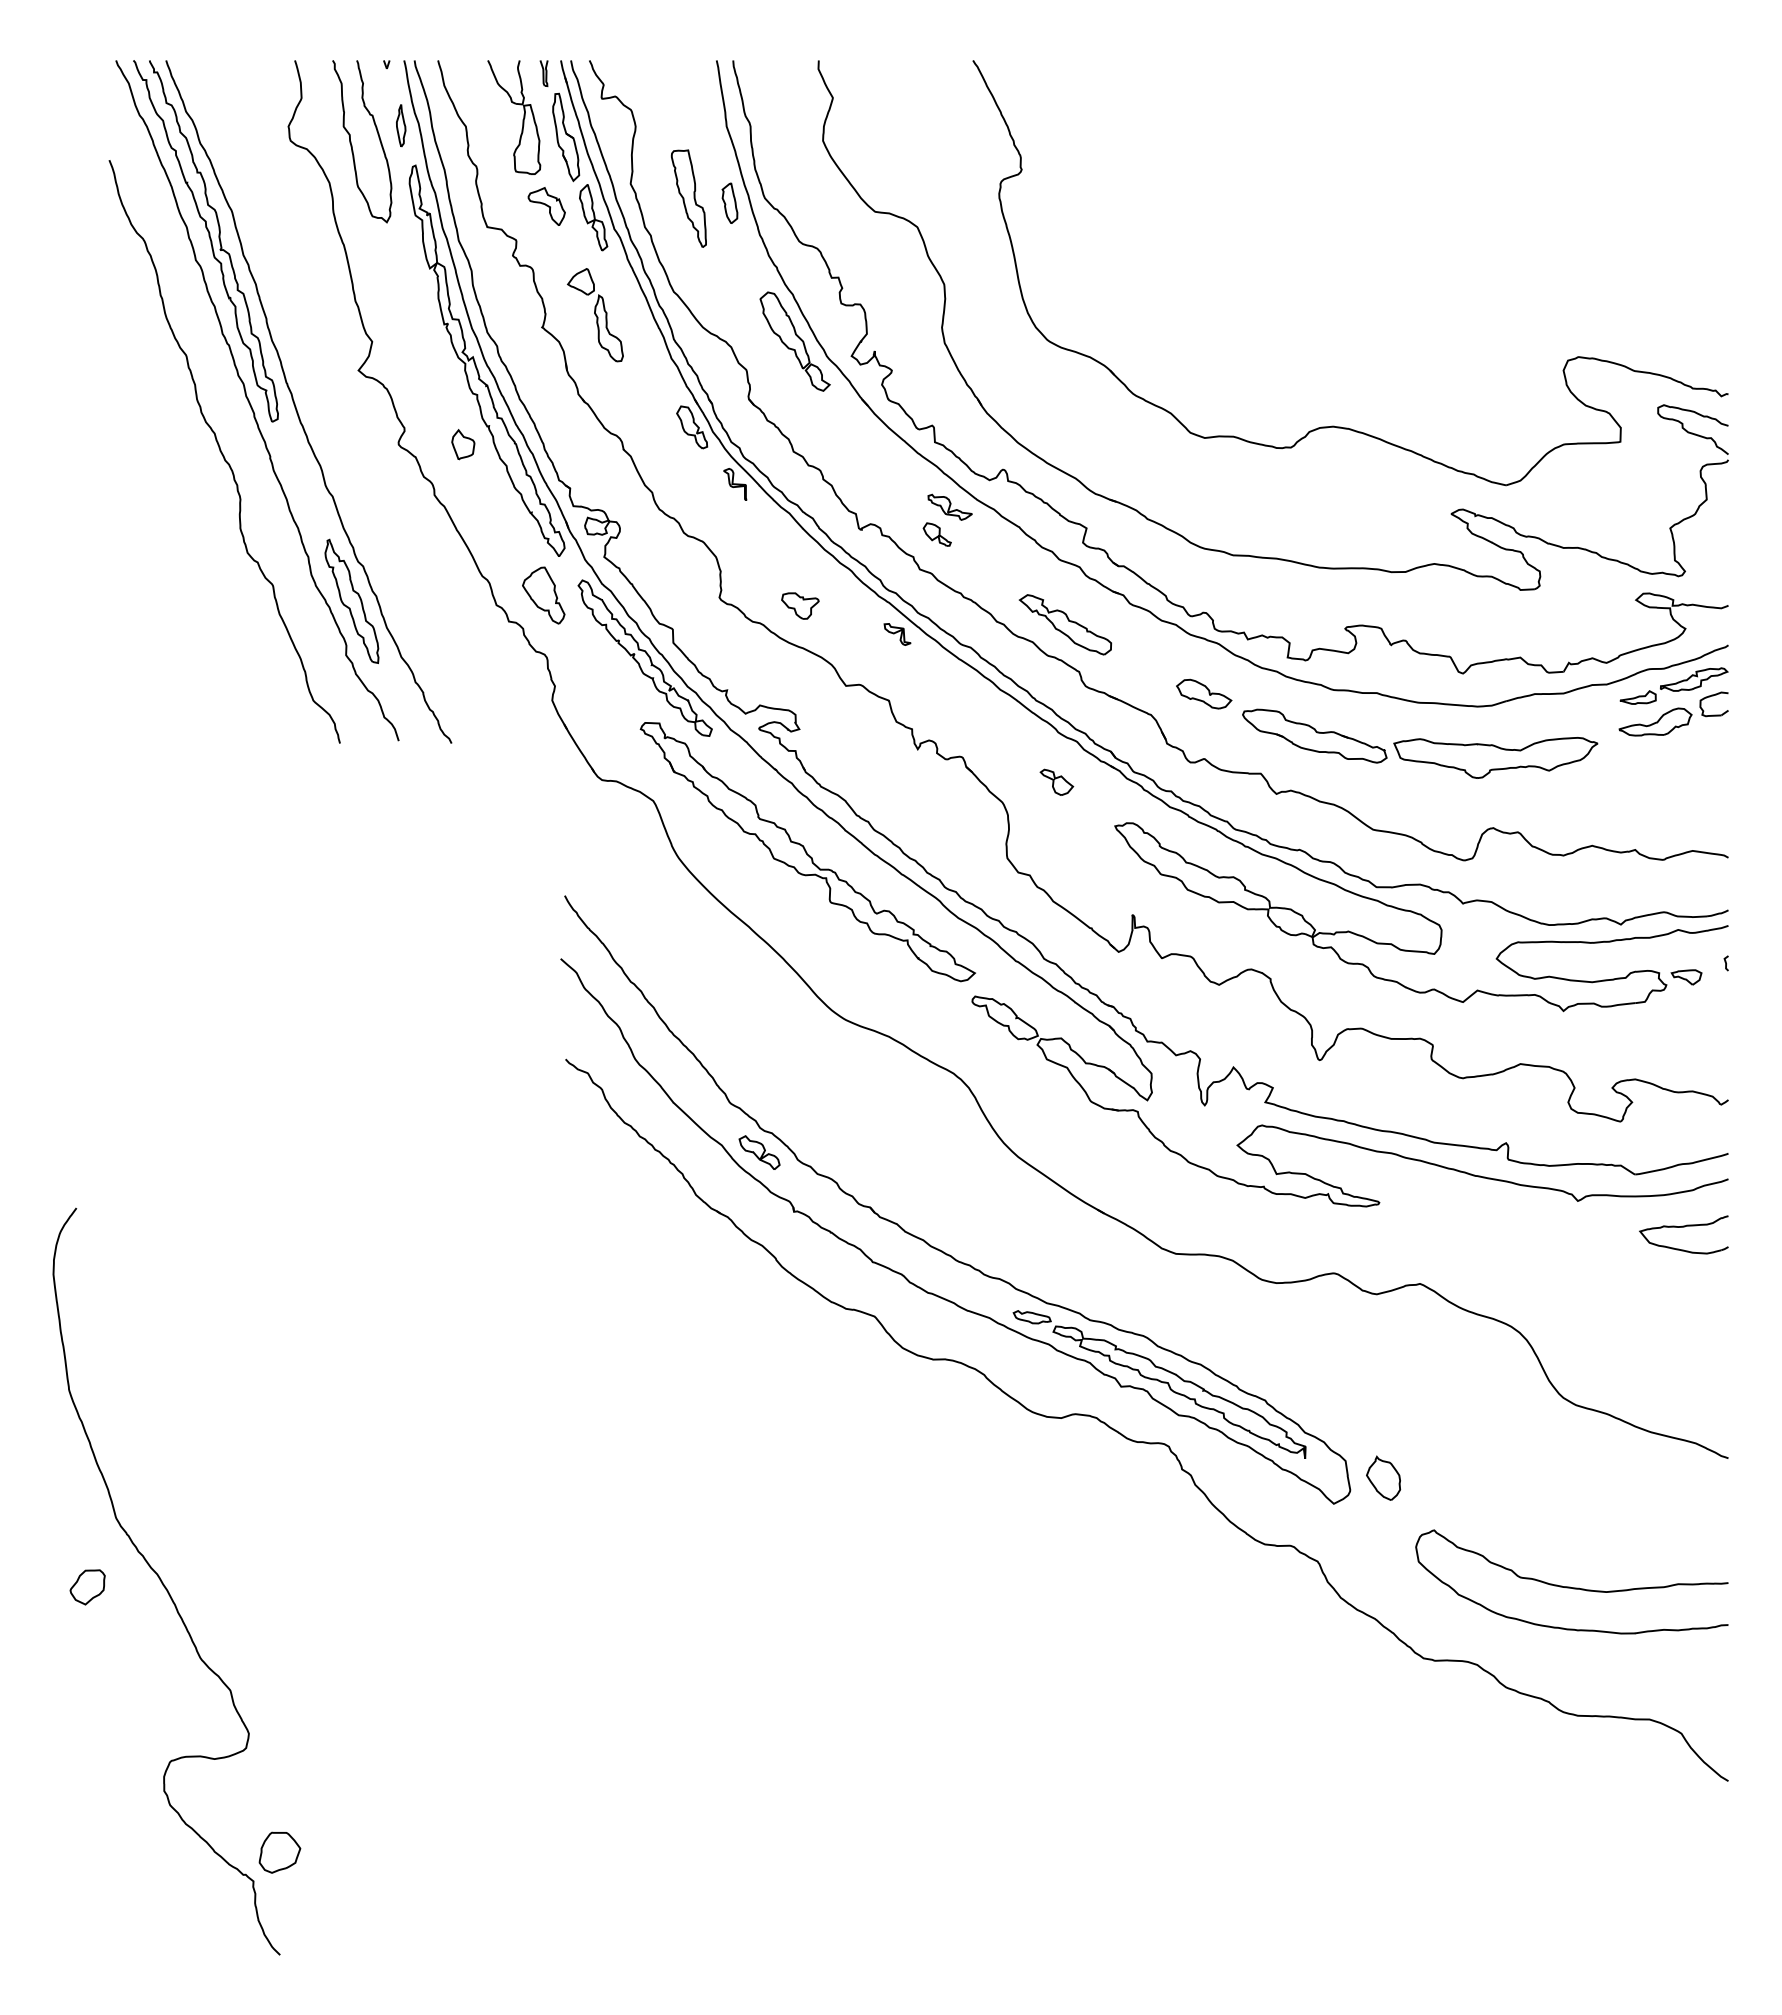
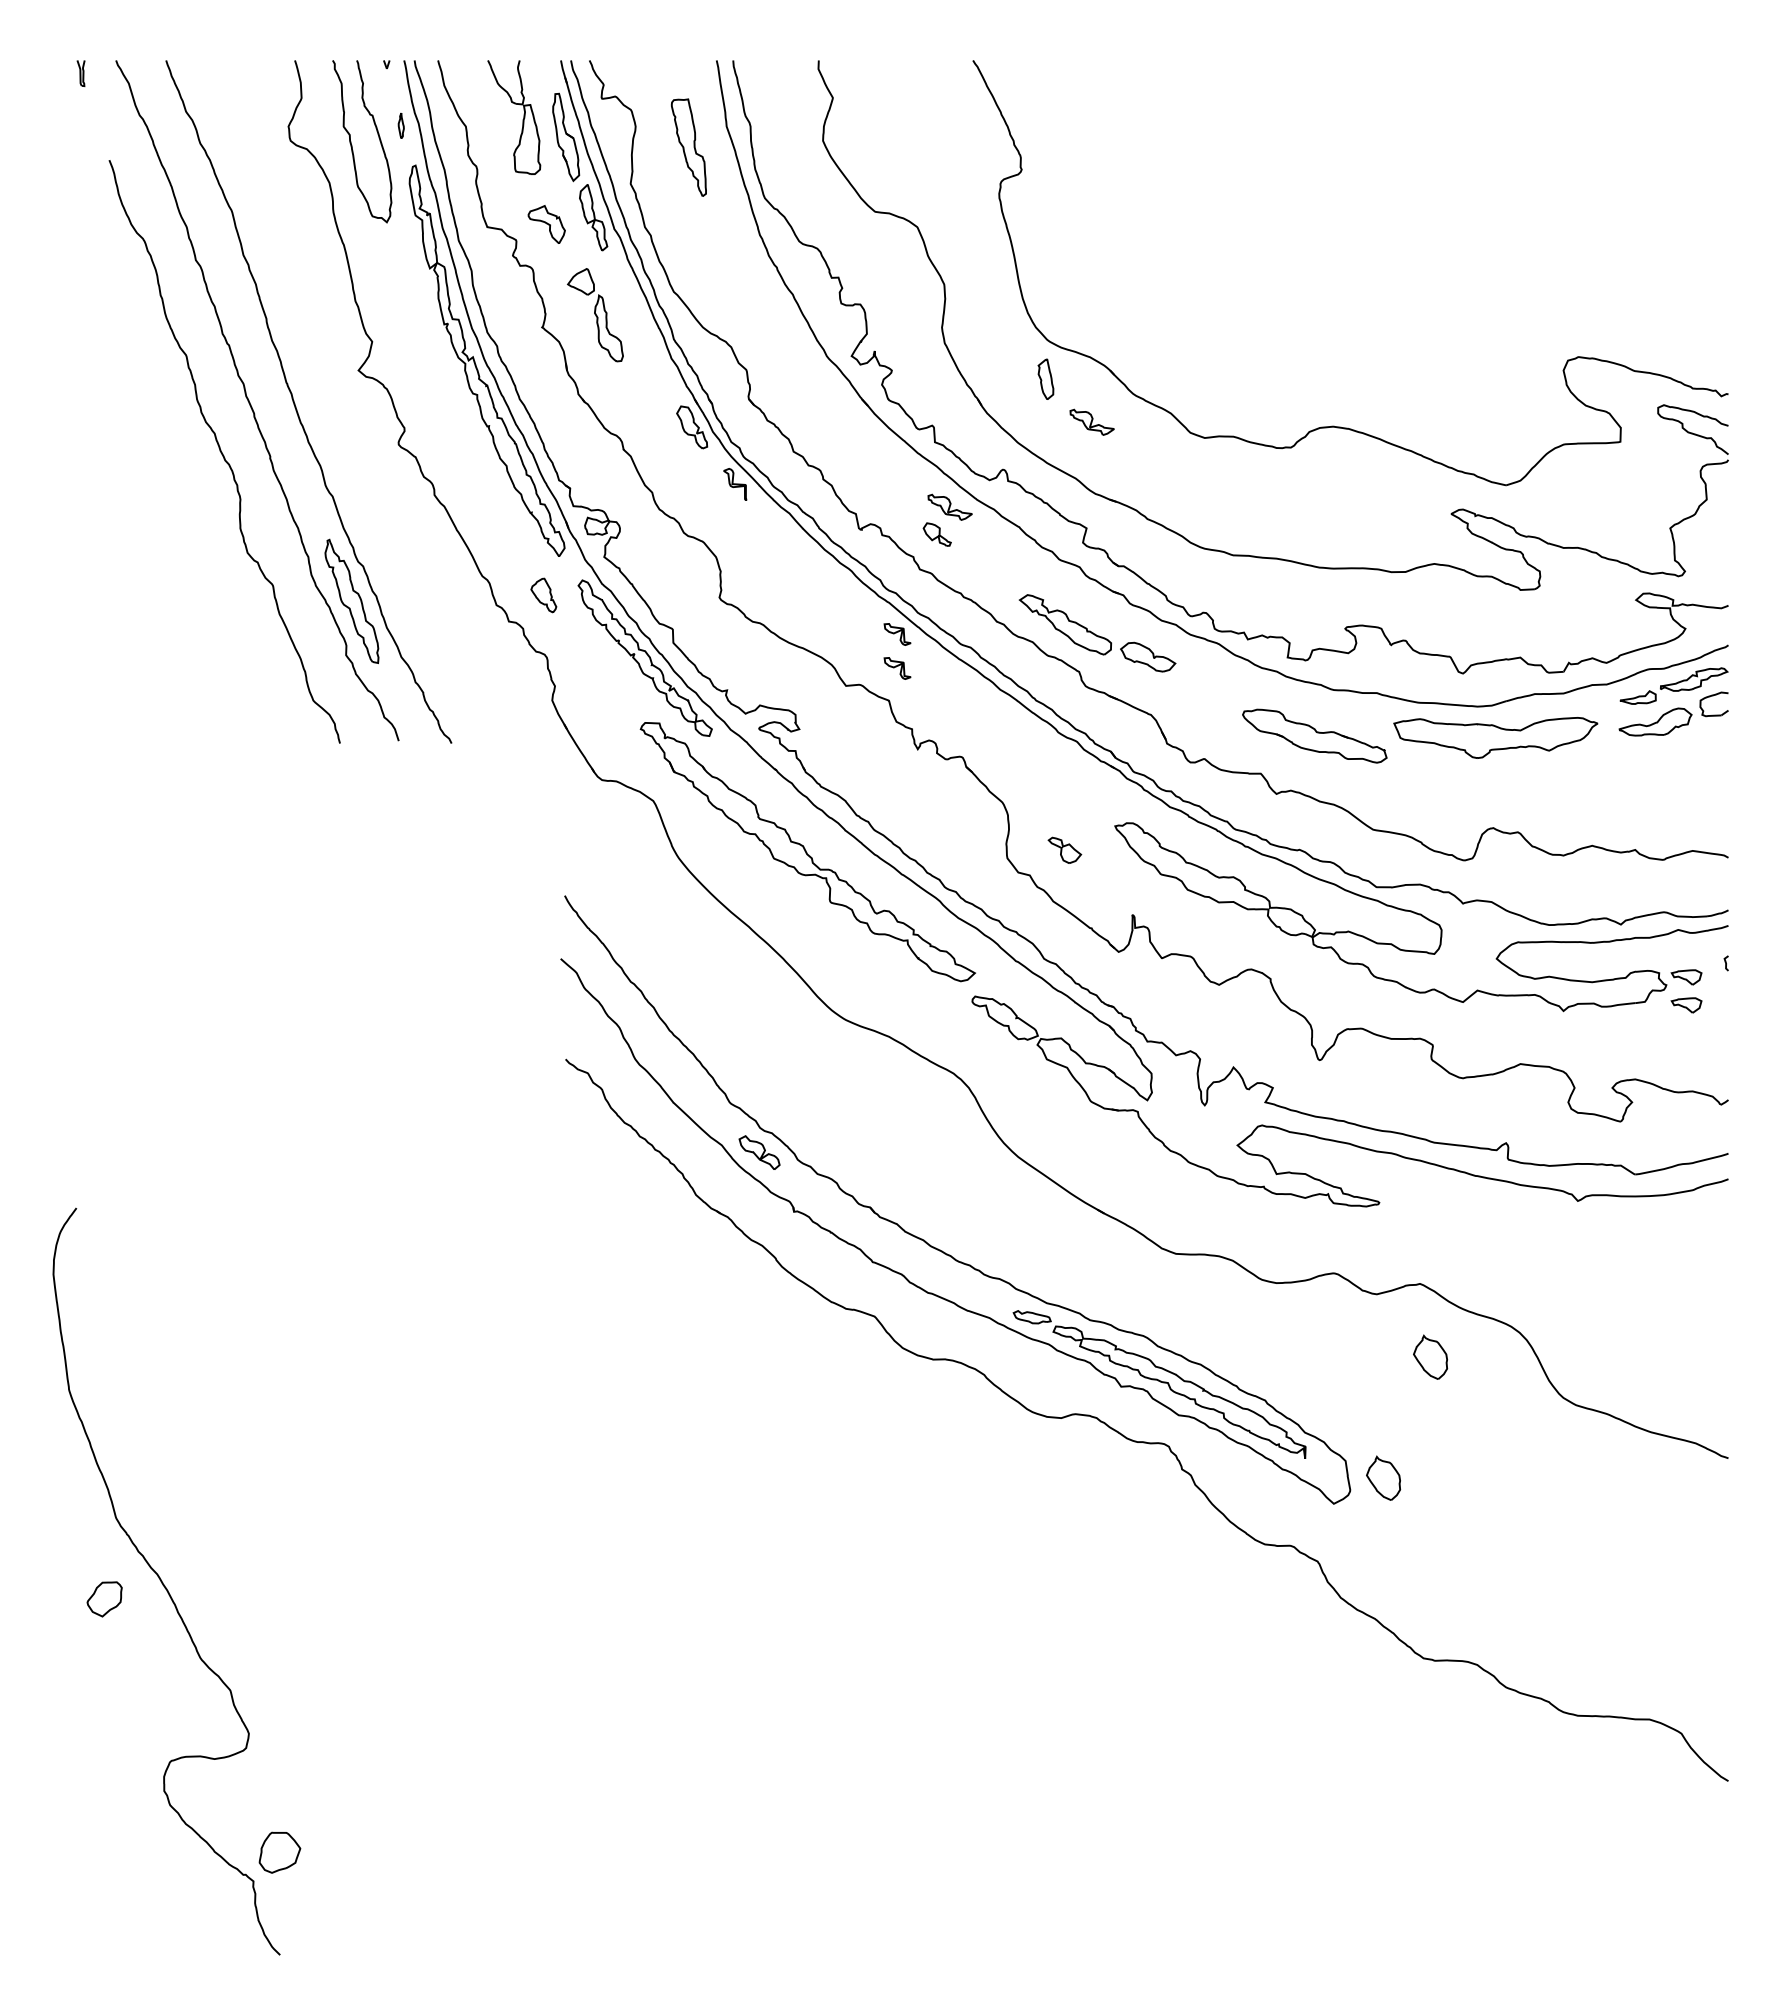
part at (543, 73) position: (543, 73) -> (80, 73)
part at (401, 125) size: 11x44 px -> 8x27 px
part at (688, 198) position: (688, 198) -> (688, 147)
part at (729, 202) position: (729, 202) -> (1045, 378)
part at (546, 206) position: (546, 206) -> (546, 224)
part at (205, 241): present -> none
part at (794, 341): present -> none
part at (1091, 421): none -> present
part at (463, 444): present -> none
part at (543, 595) size: 44x59 px -> 28x37 px
part at (800, 605): present -> none
part at (897, 668): none -> present
part at (1204, 693) position: (1204, 693) -> (1148, 656)
part at (1495, 757) position: (1495, 757) -> (1495, 737)
part at (1056, 781) position: (1056, 781) -> (1064, 849)
part at (1686, 1005): none -> present
part at (1683, 1227): present -> none
part at (1430, 1356): none -> present
curve at (1570, 1586): present -> none
part at (87, 1587) position: (87, 1587) -> (104, 1599)
